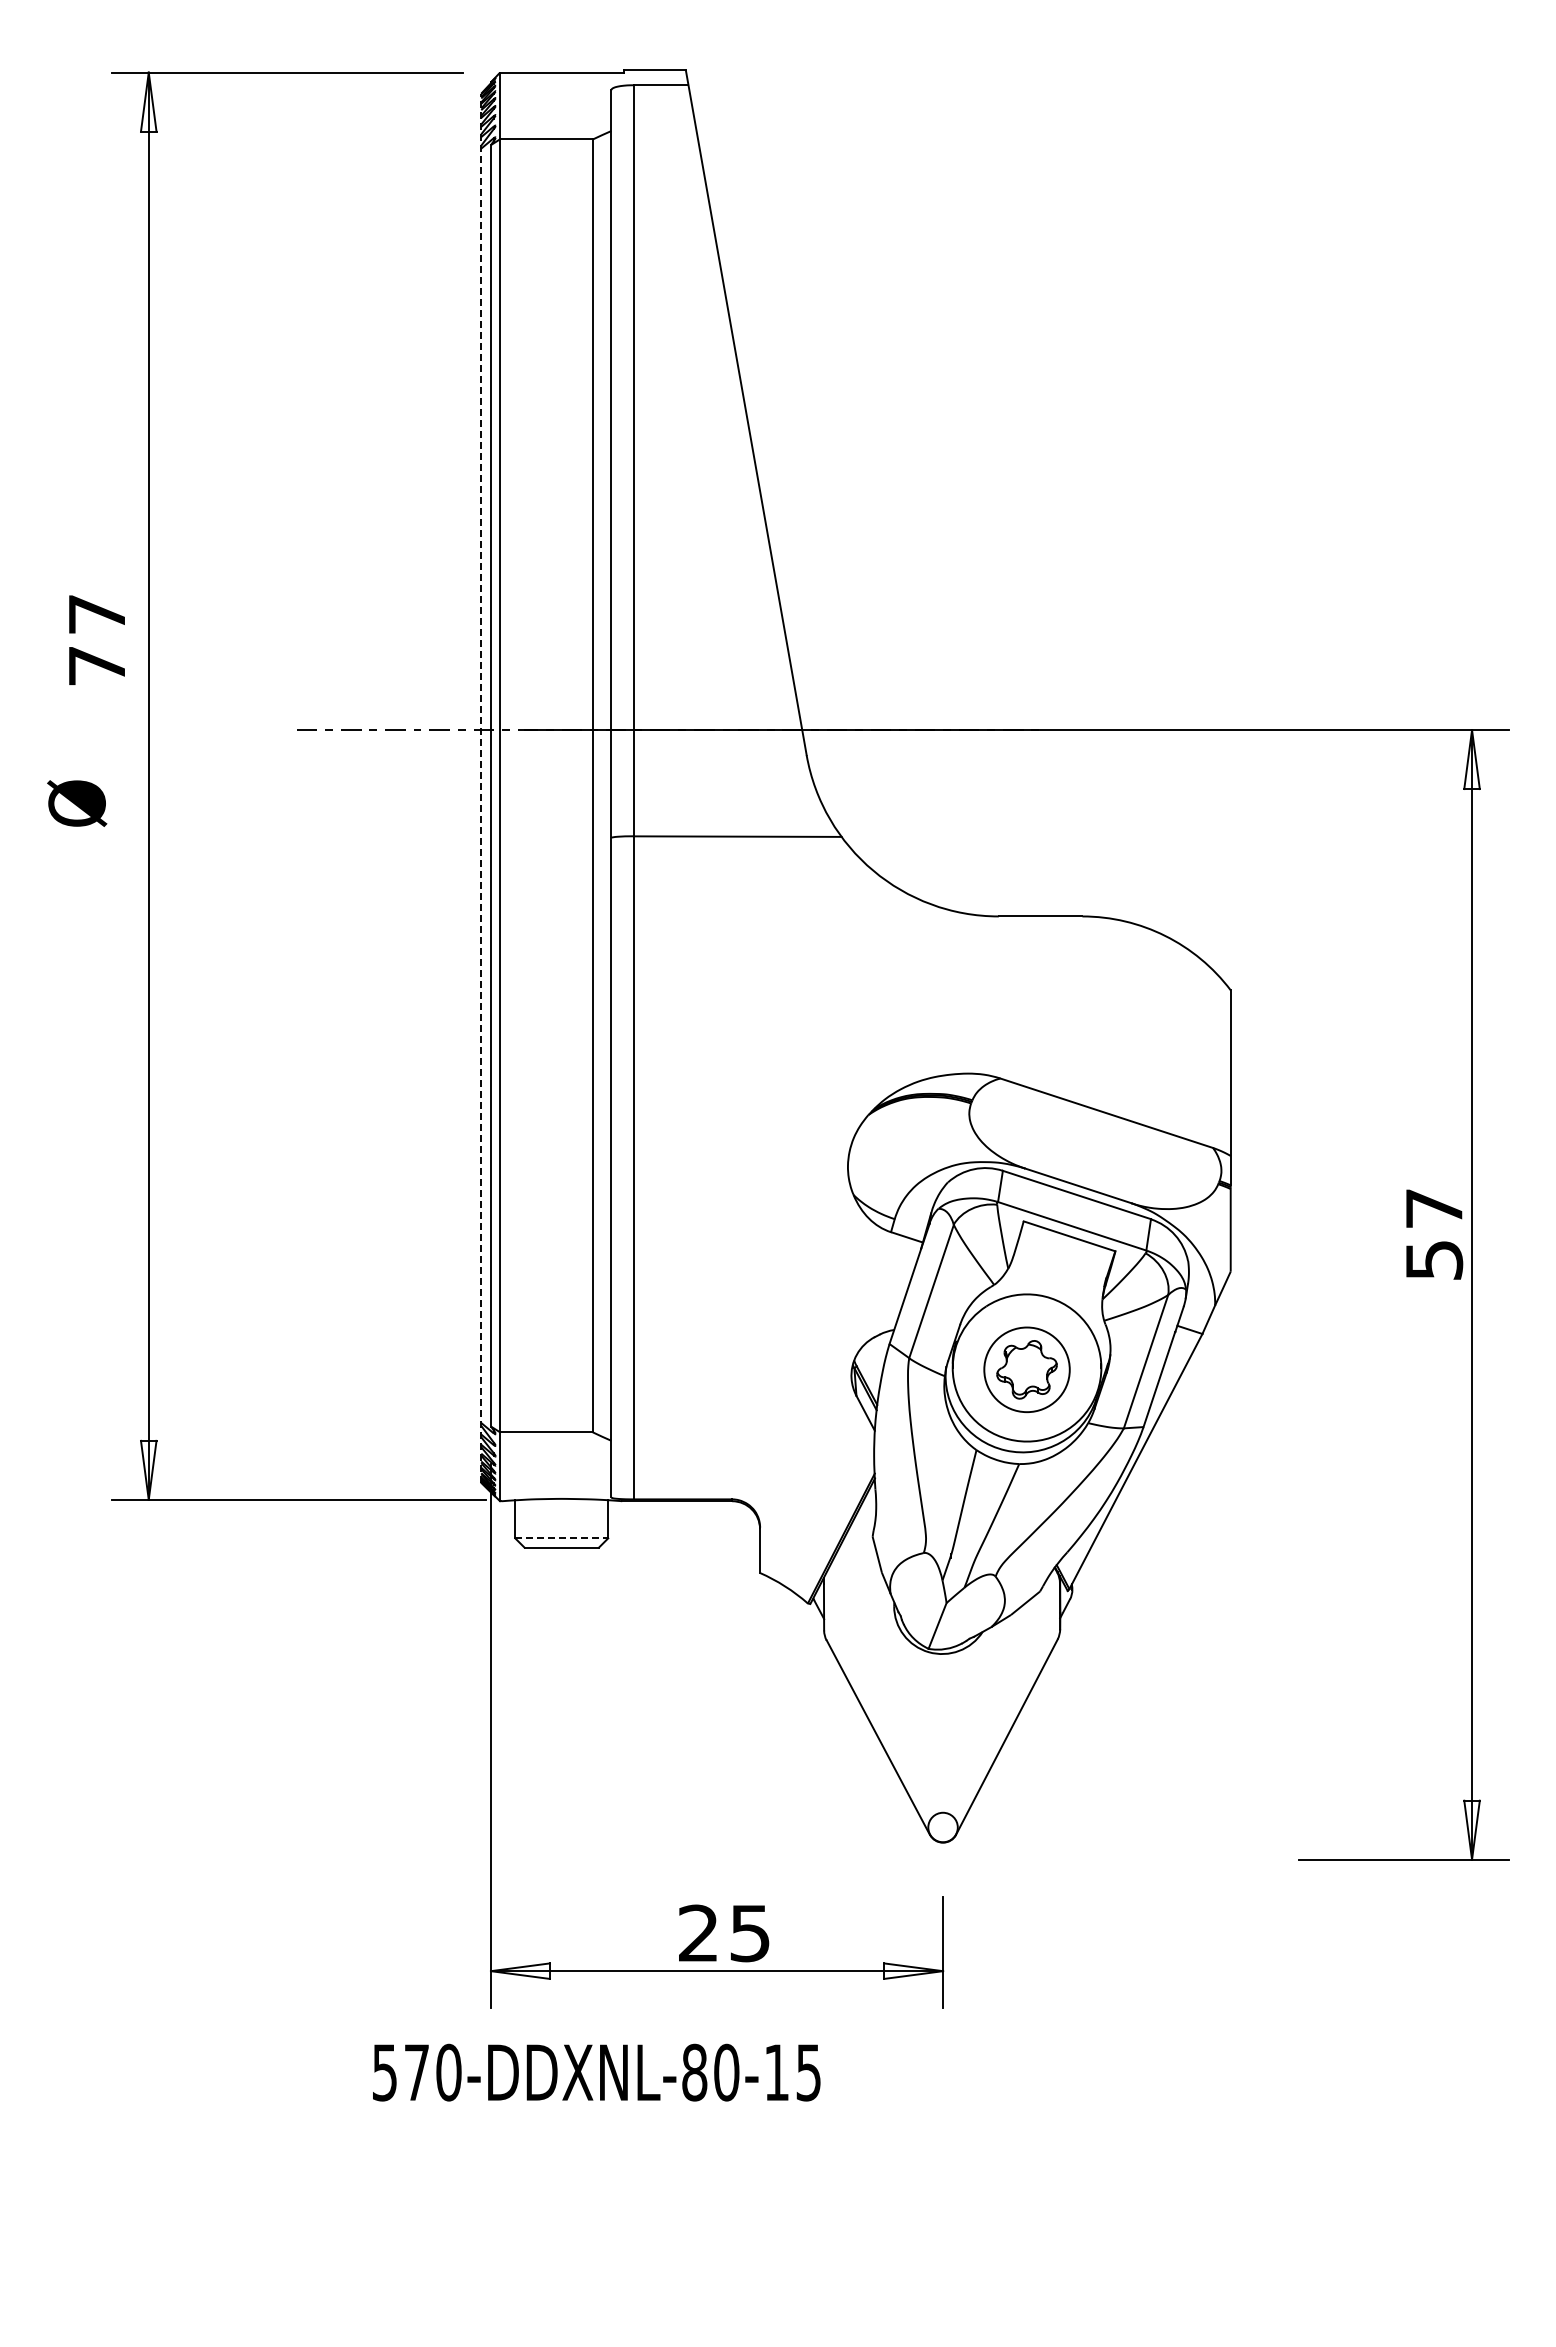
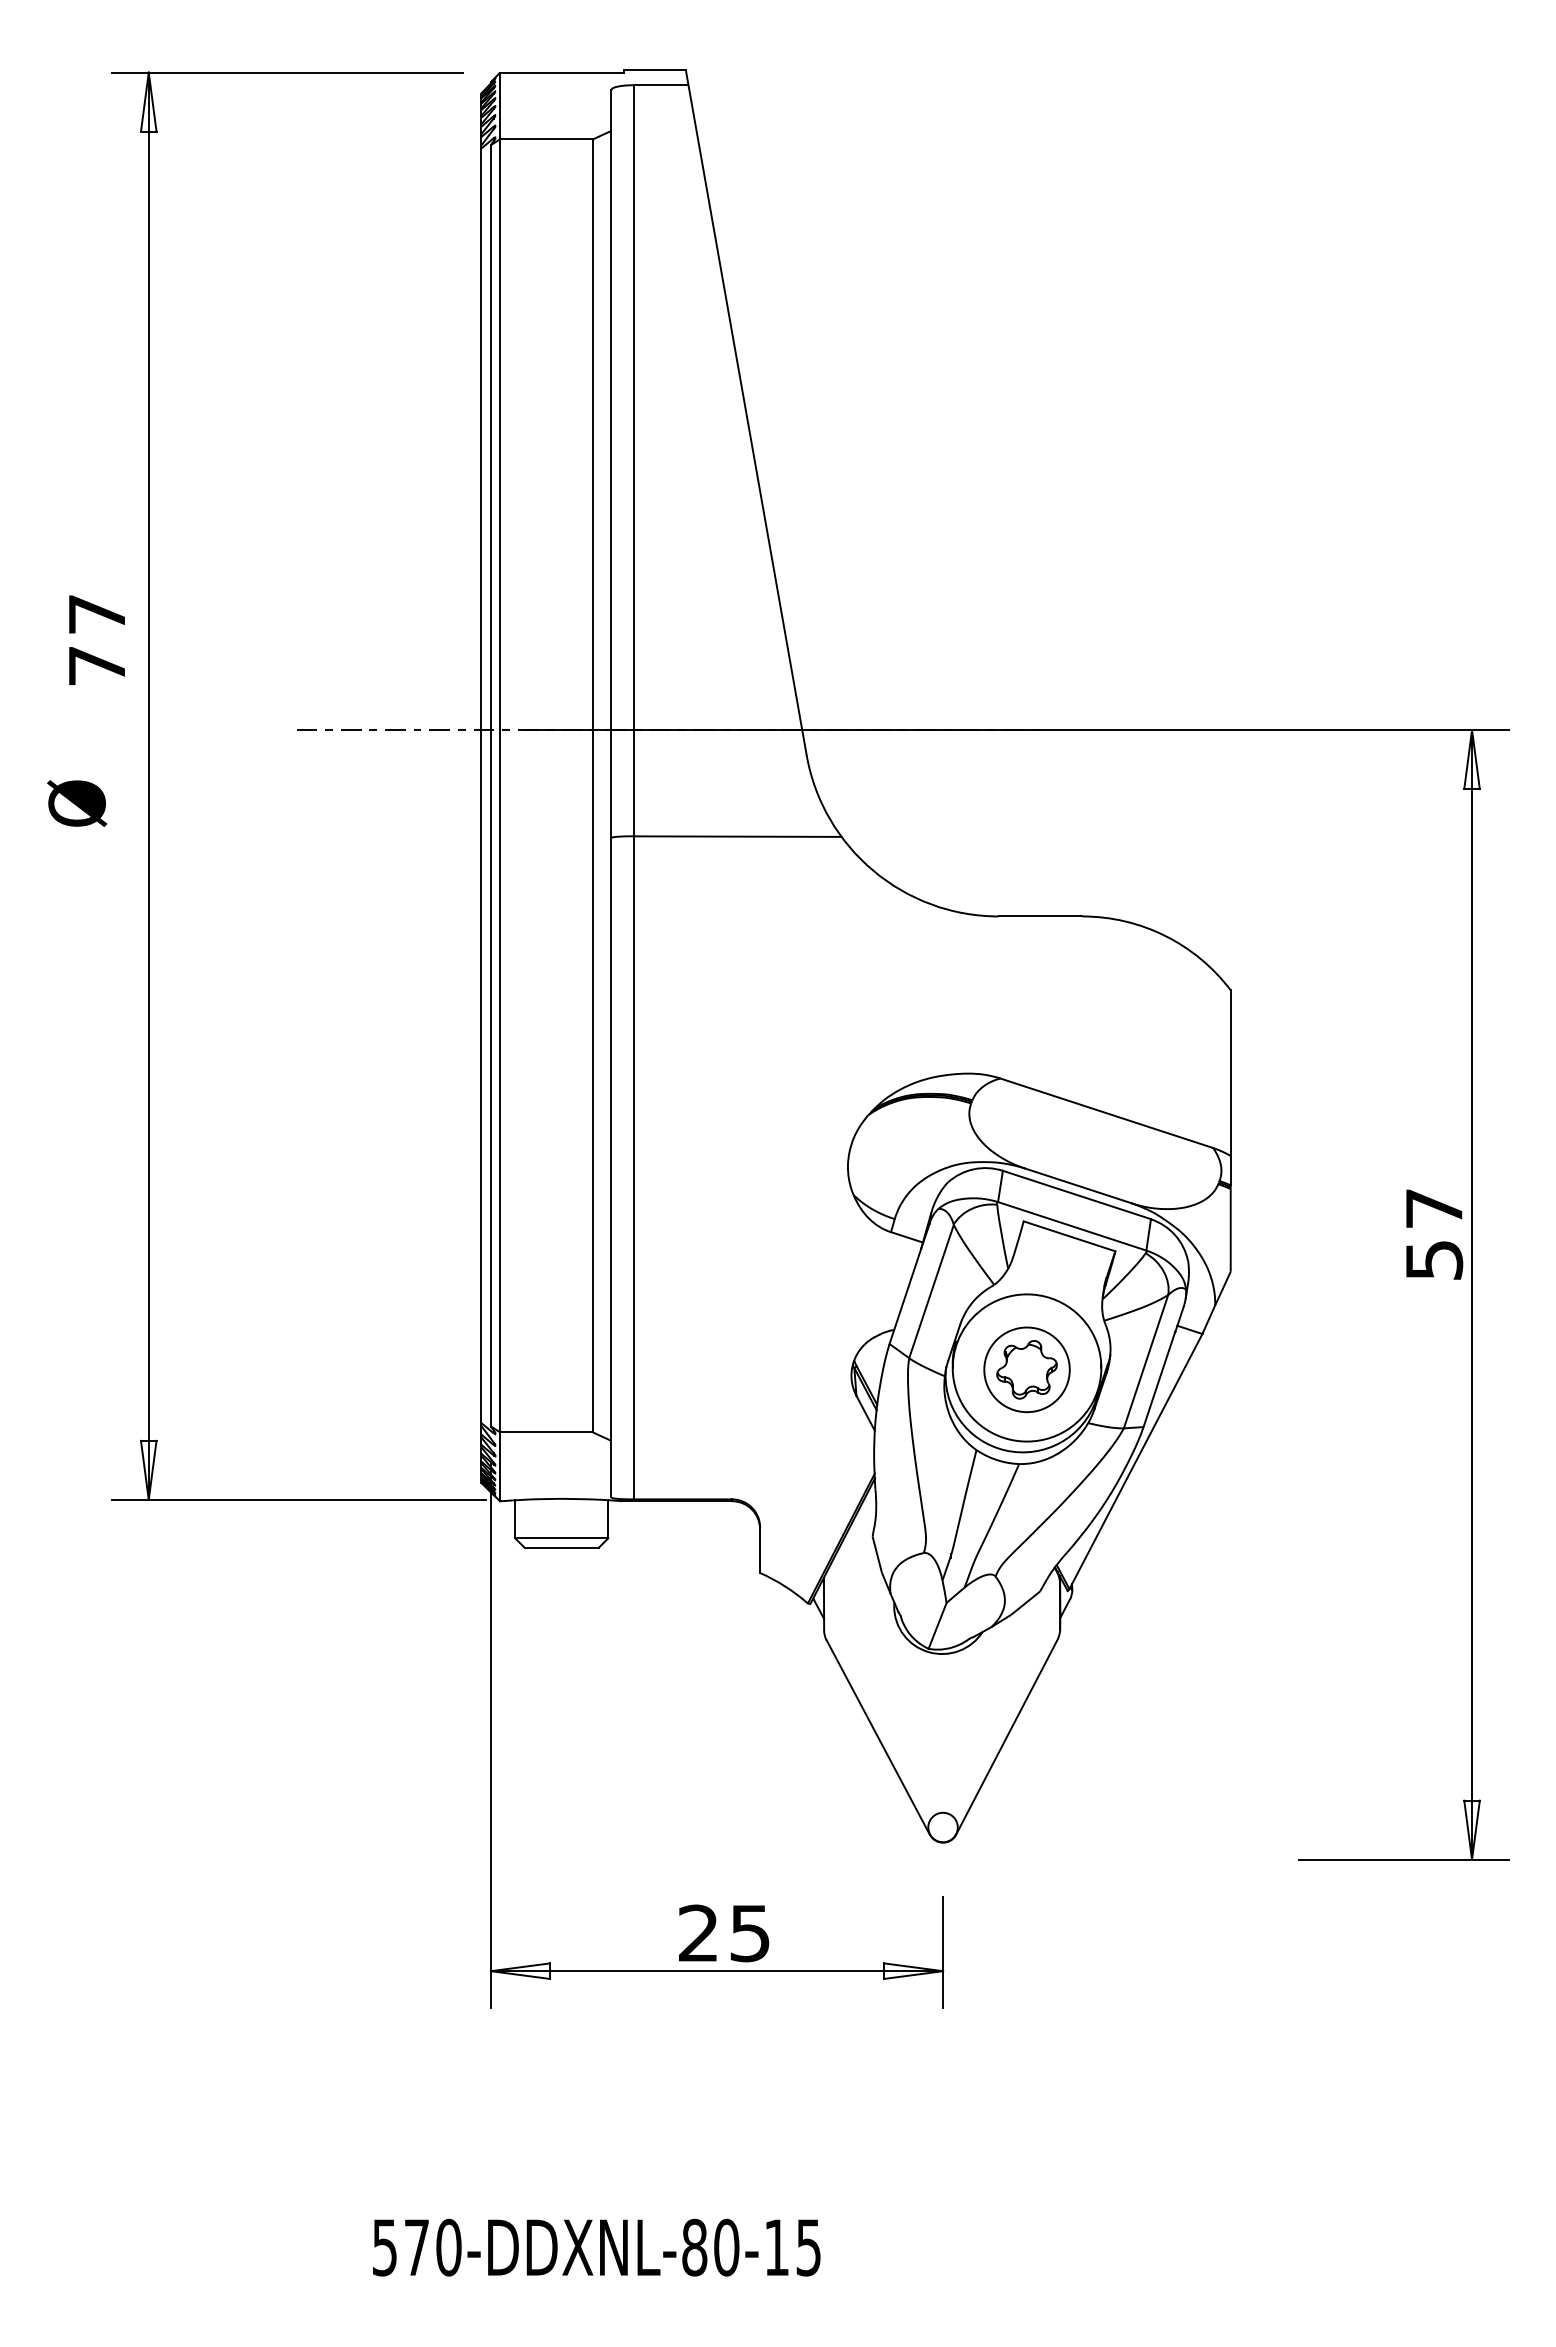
line at (481, 788): dashed -> solid
line at (562, 1538): dashed -> solid
text at (596, 2072) position: (596, 2072) -> (596, 2247)
